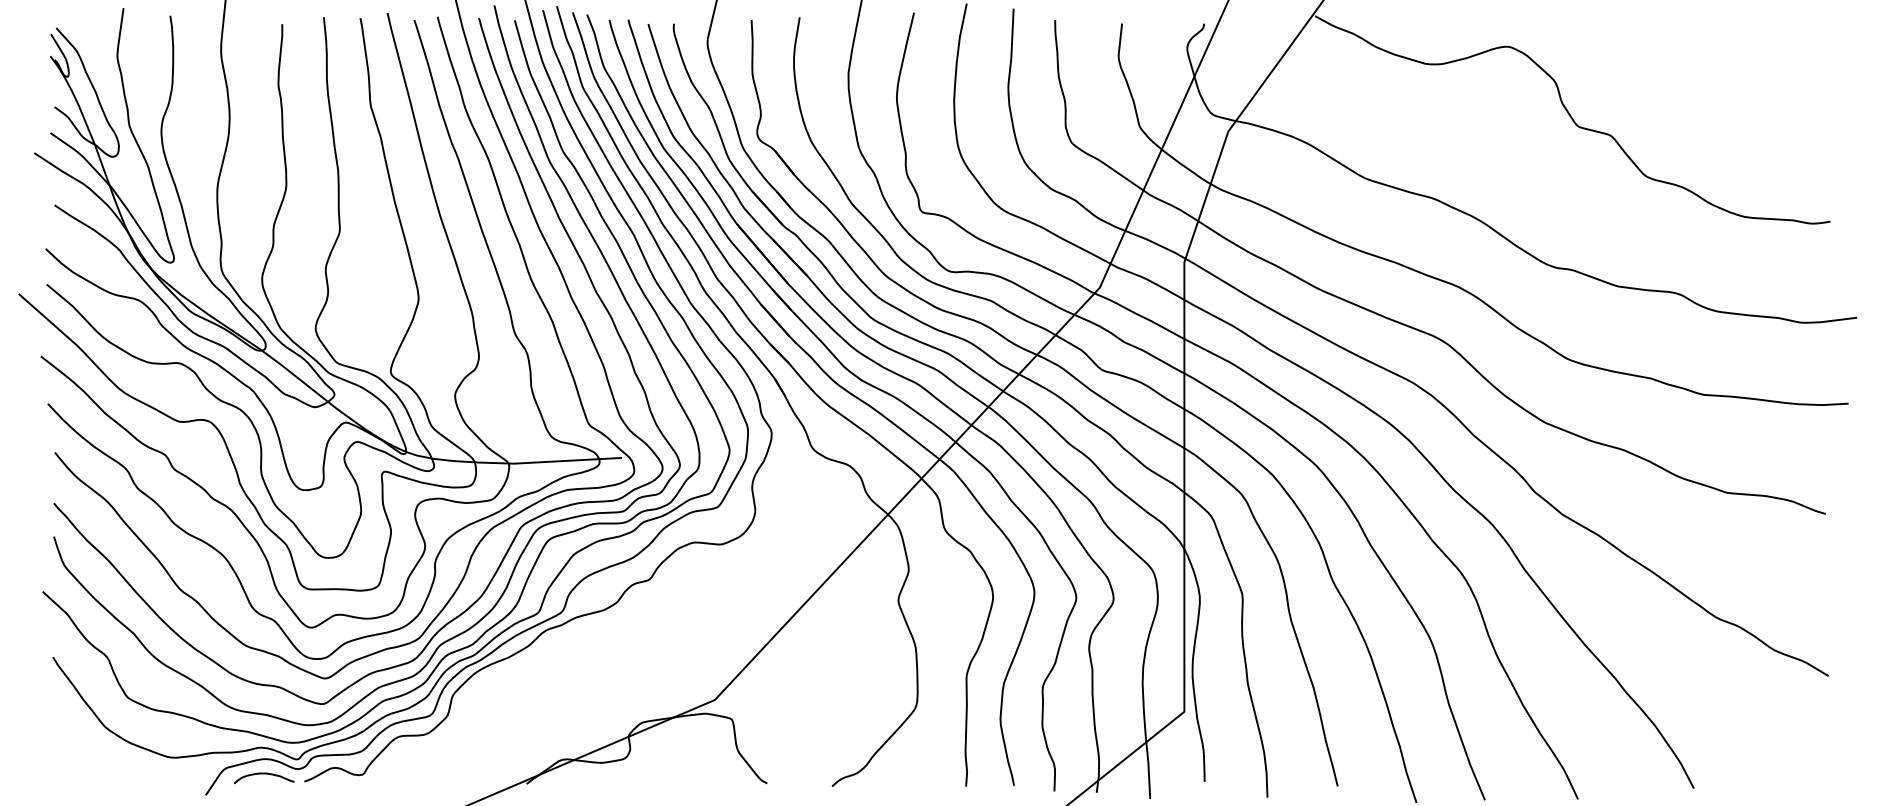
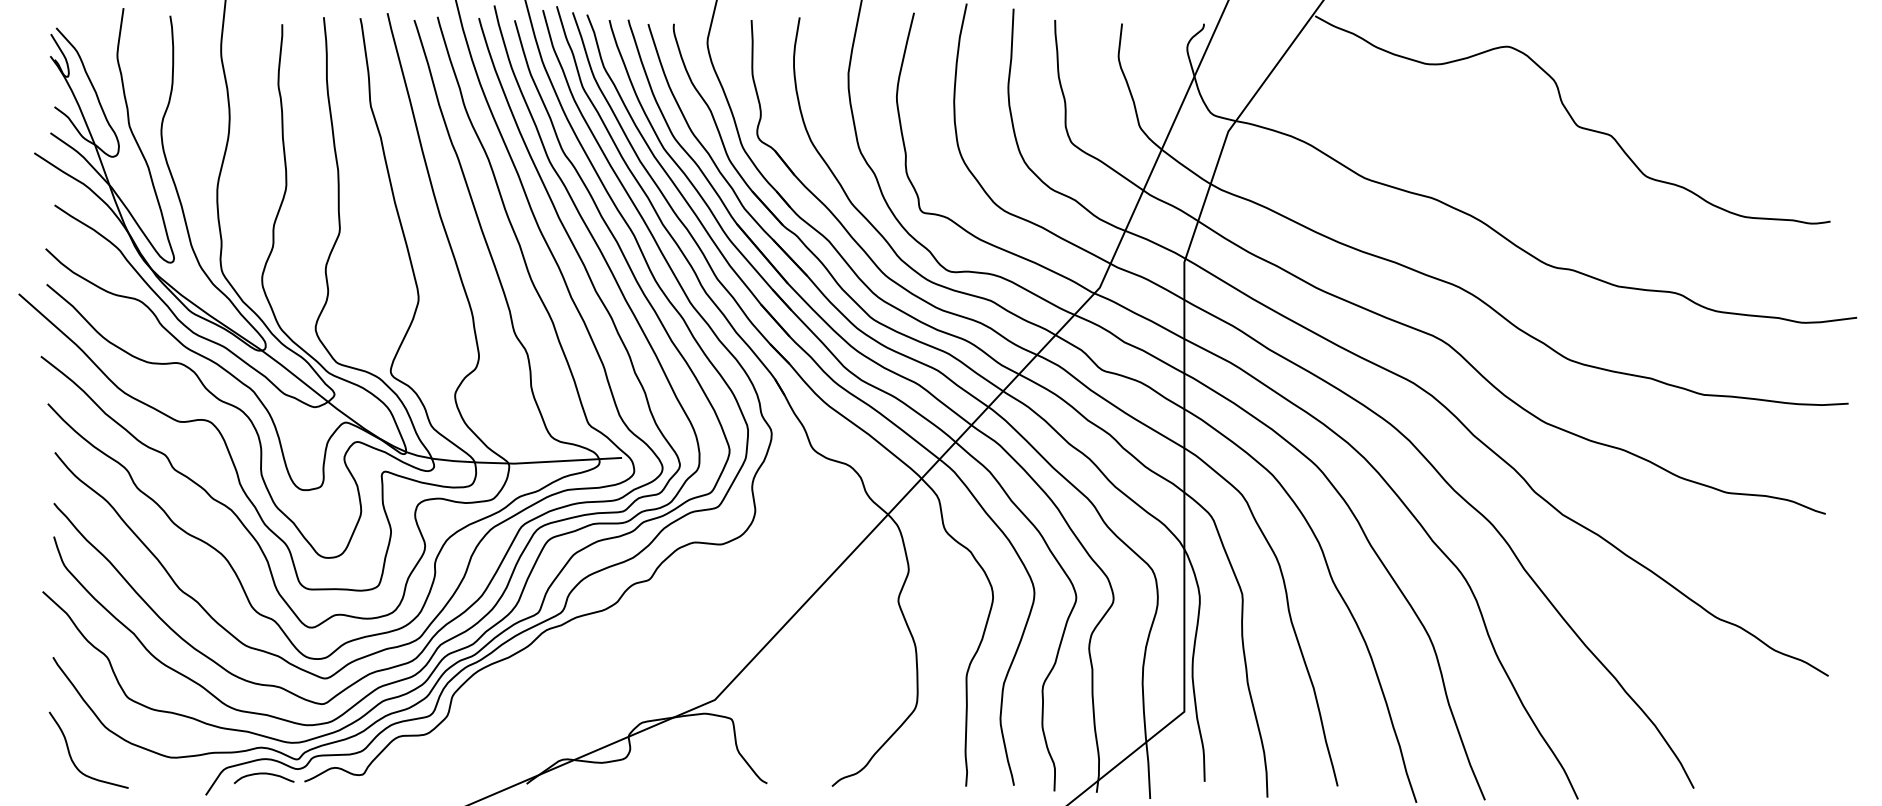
curve at (72, 758): none -> present
